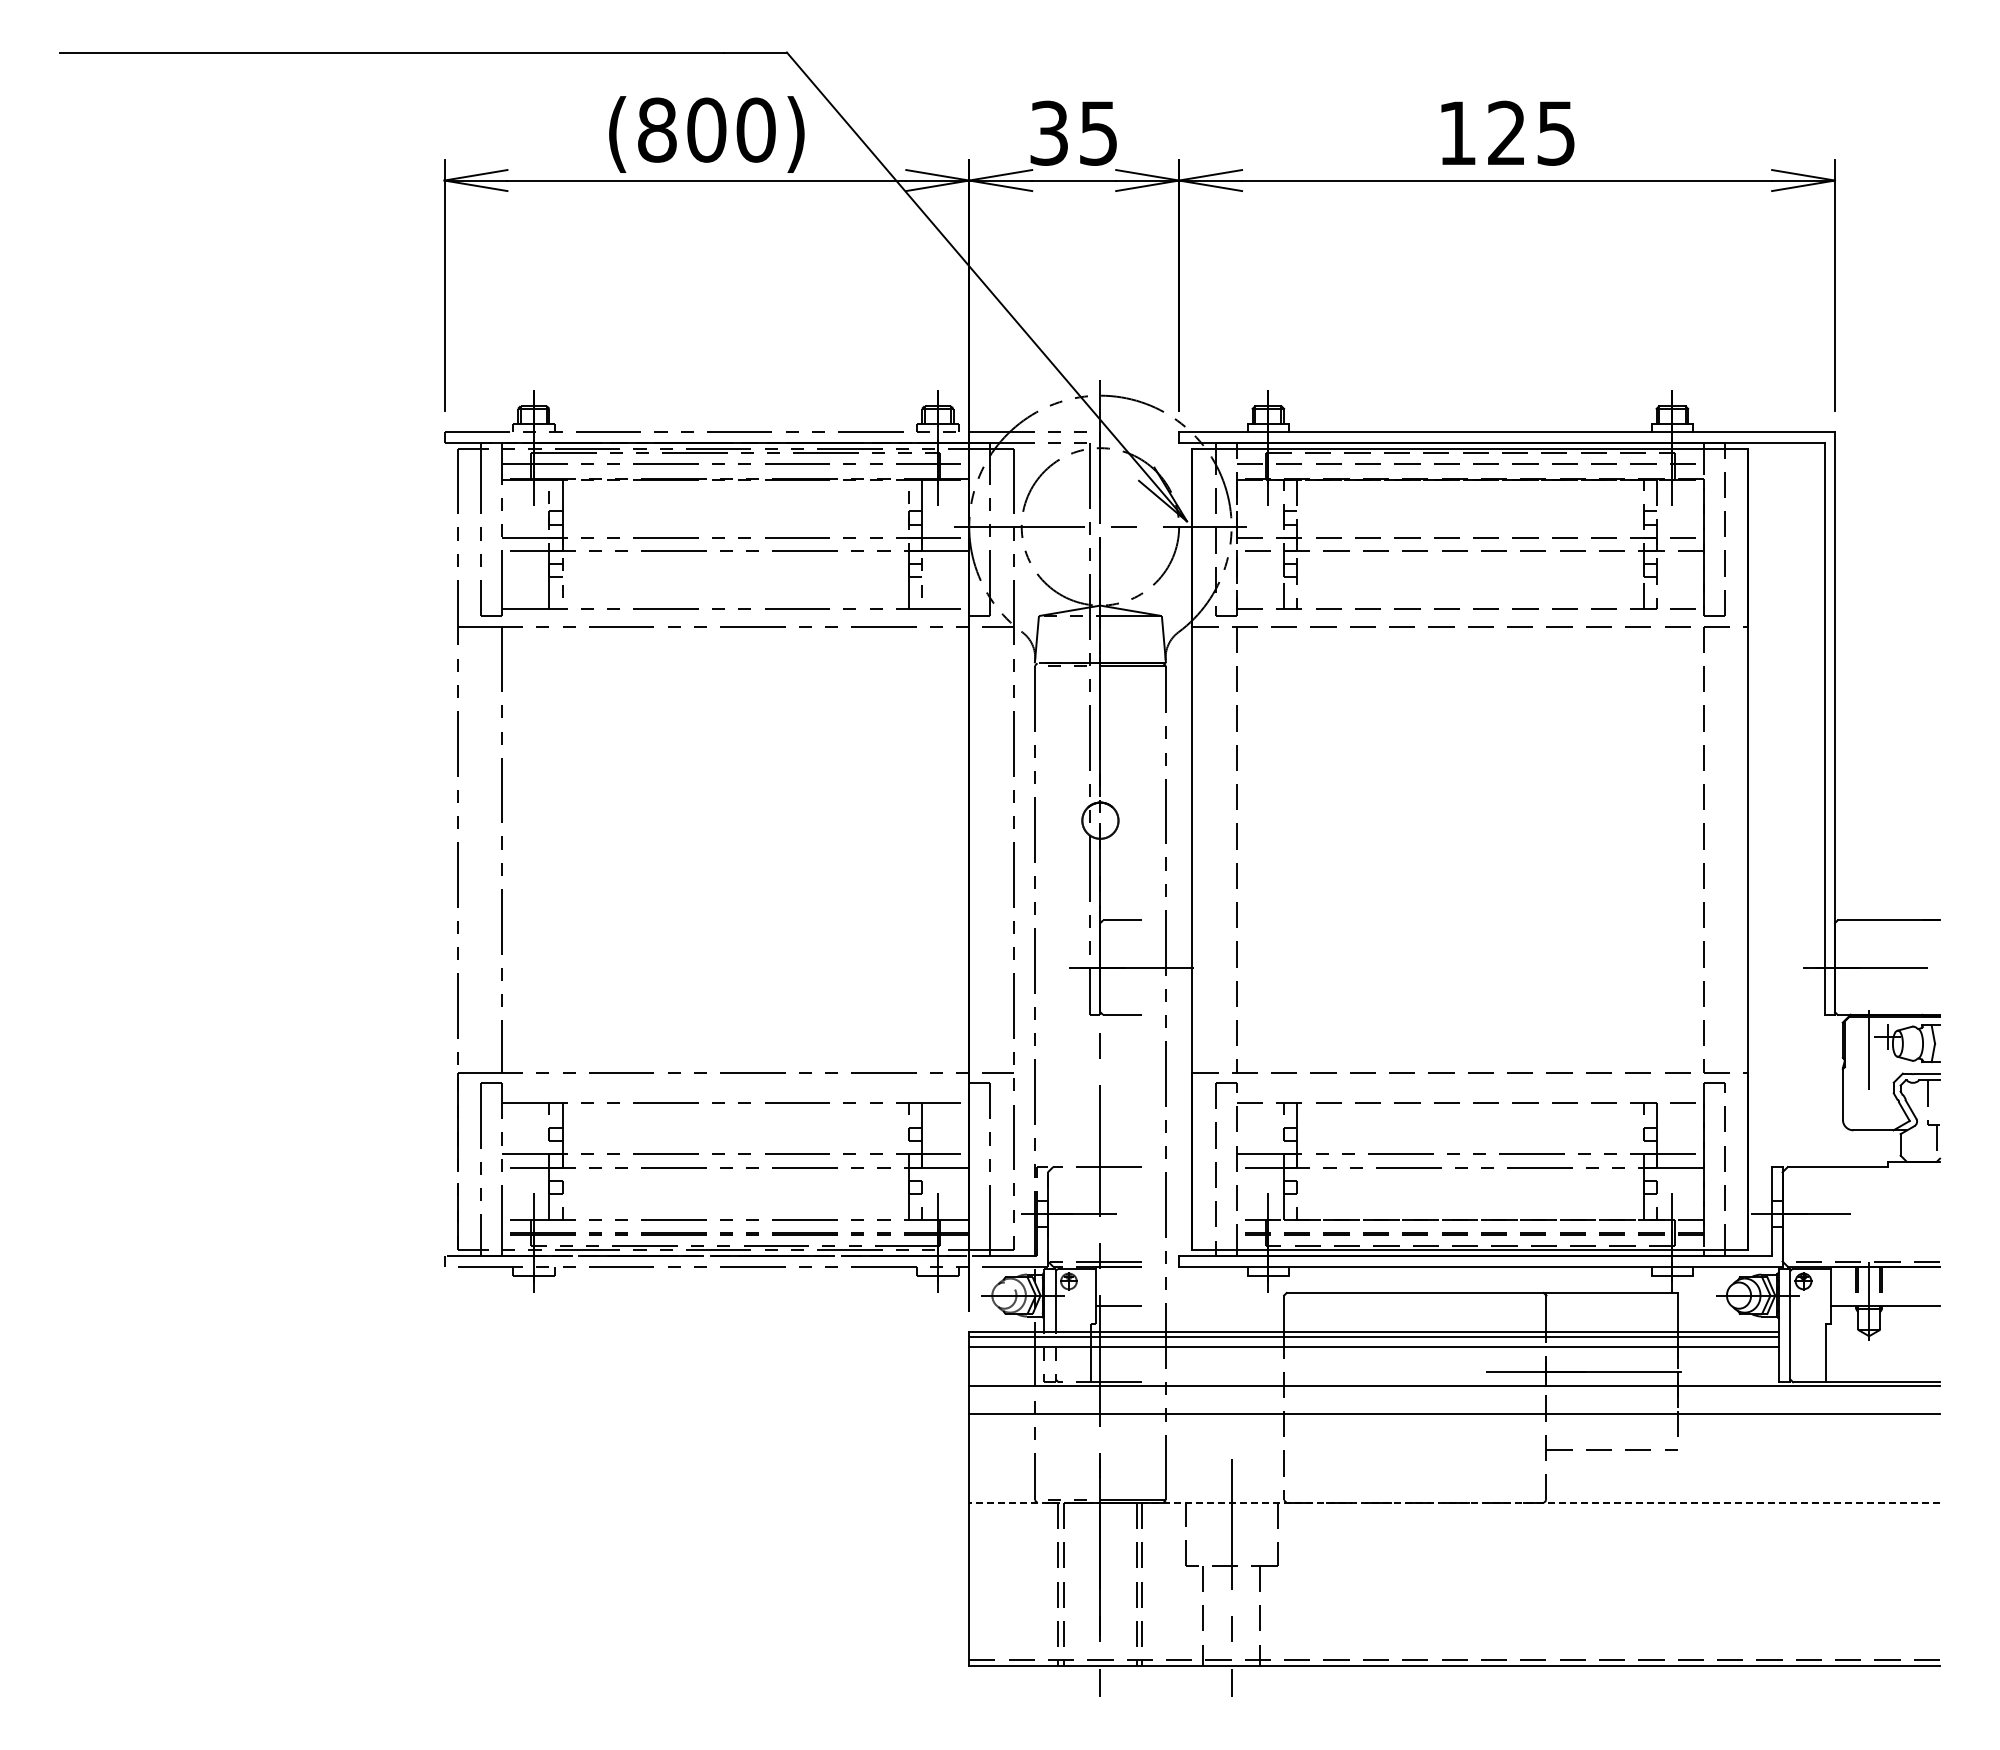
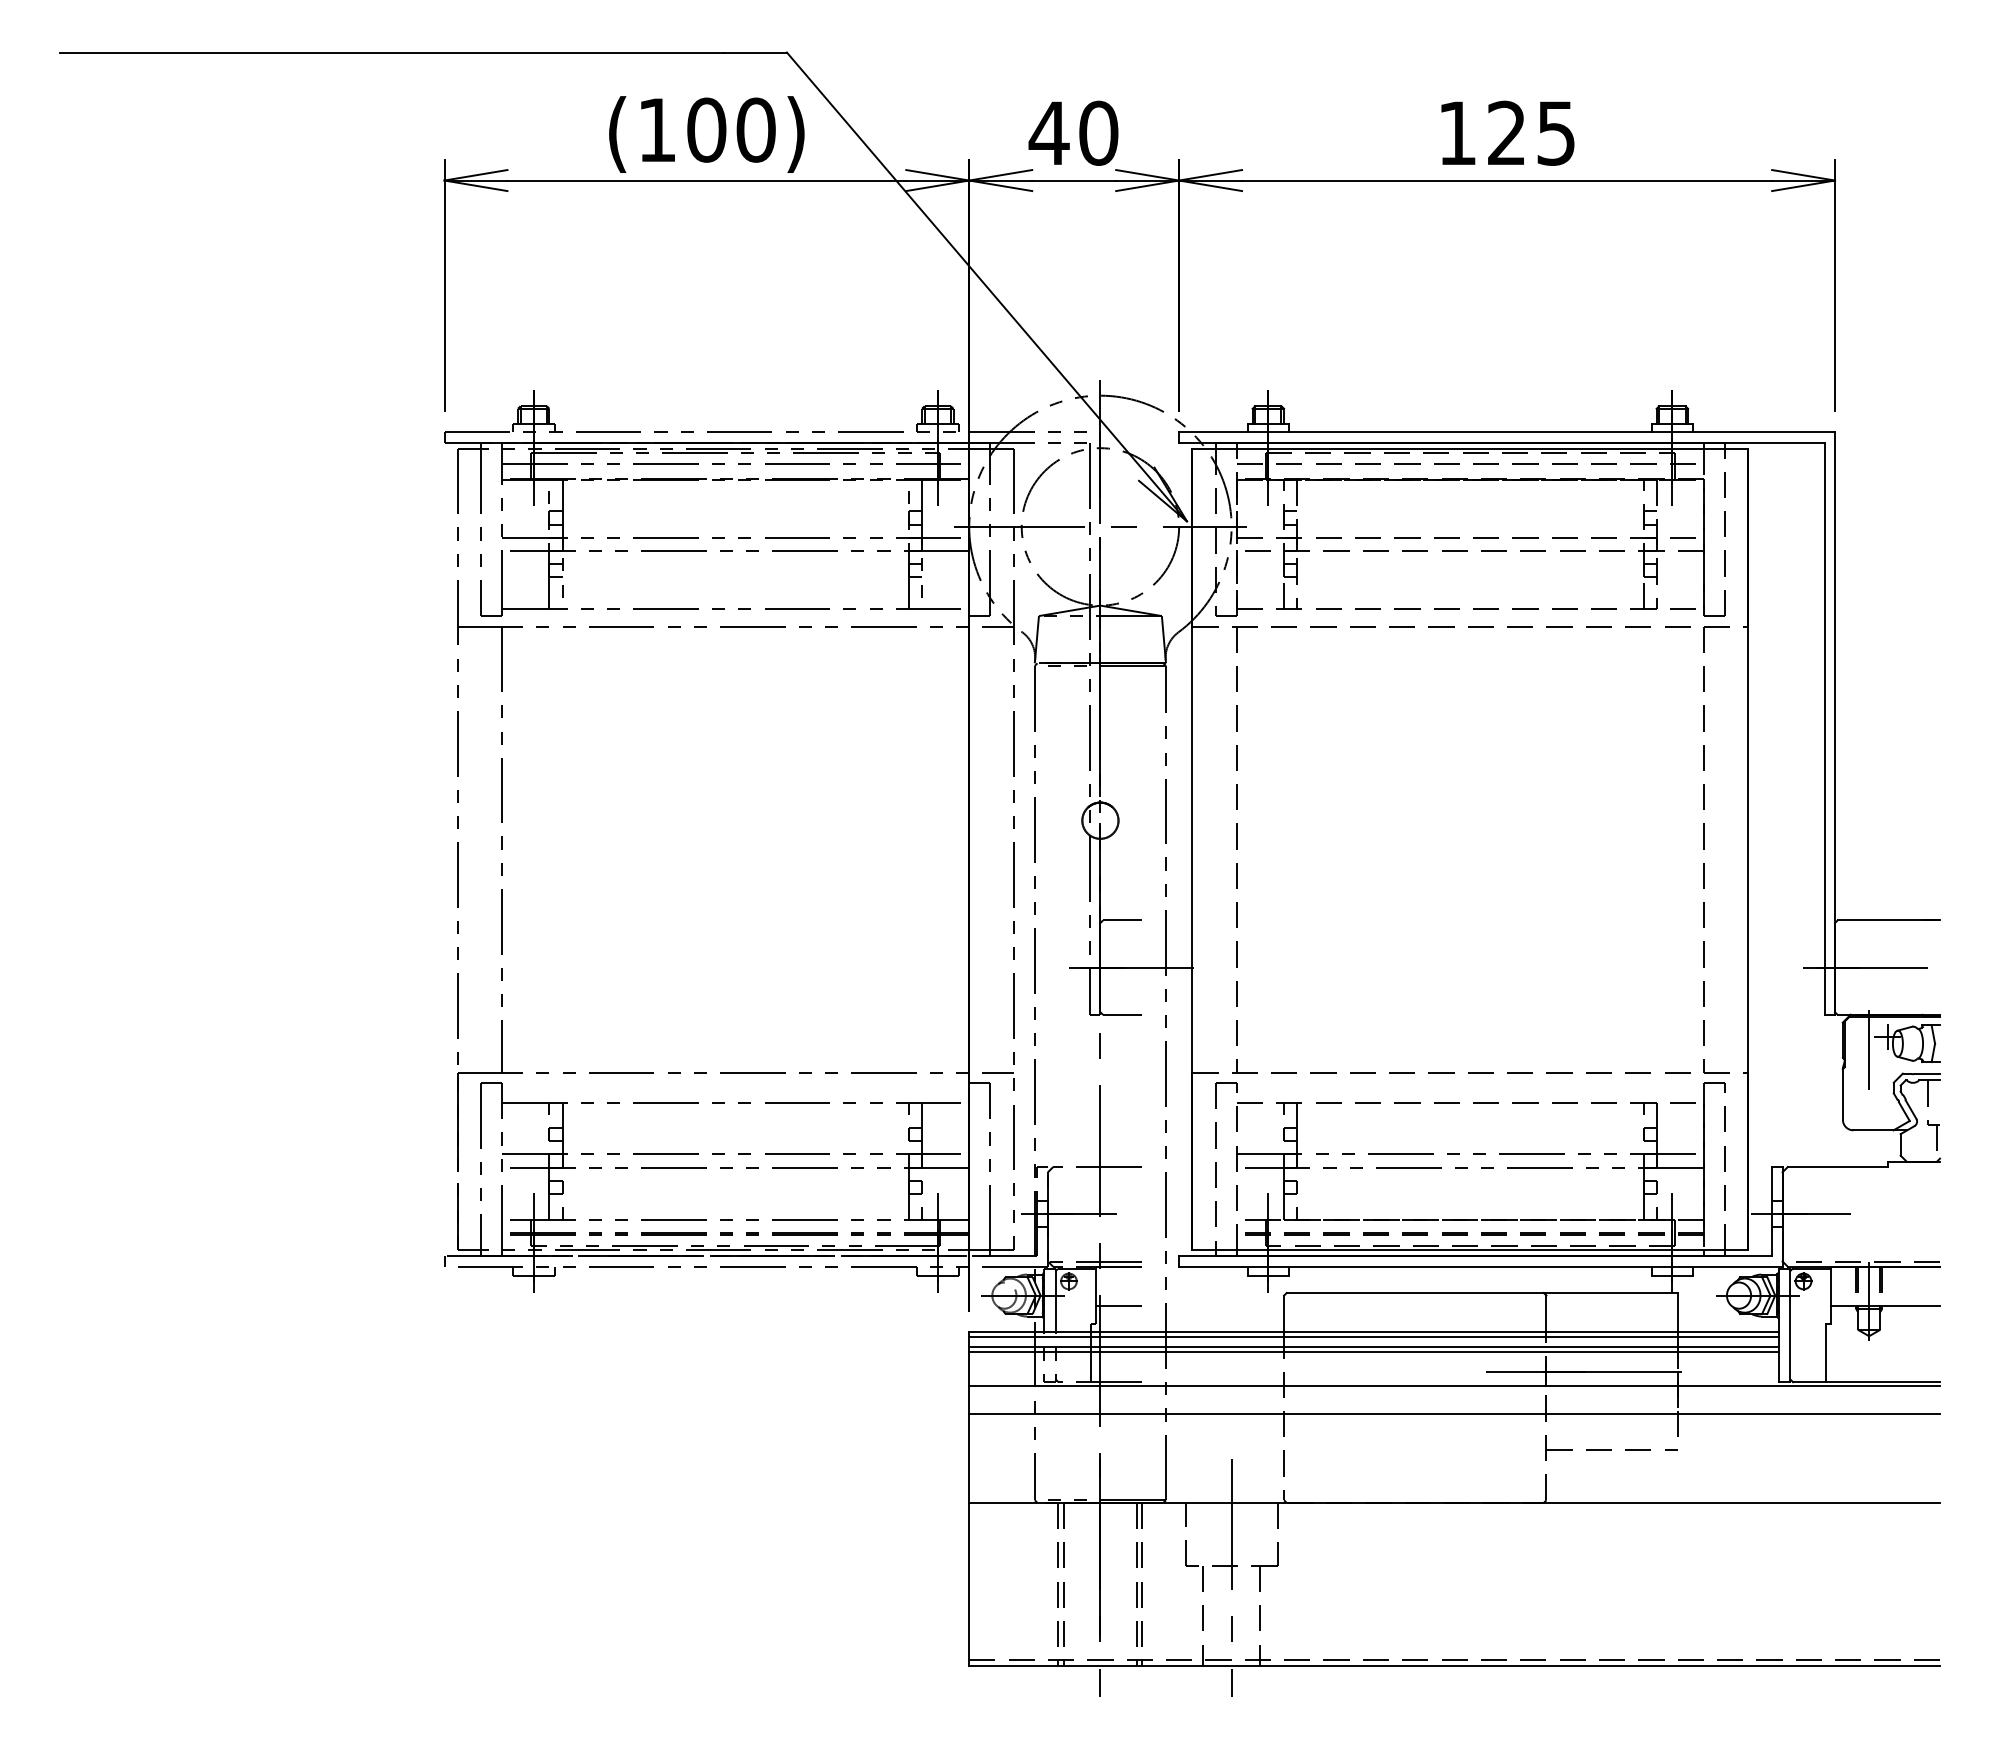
text at (657, 129): (800) -> (100)
text at (1073, 132): 35 -> 40
line at (1373, 1352): none -> present
line at (1454, 1502): dashed -> solid
